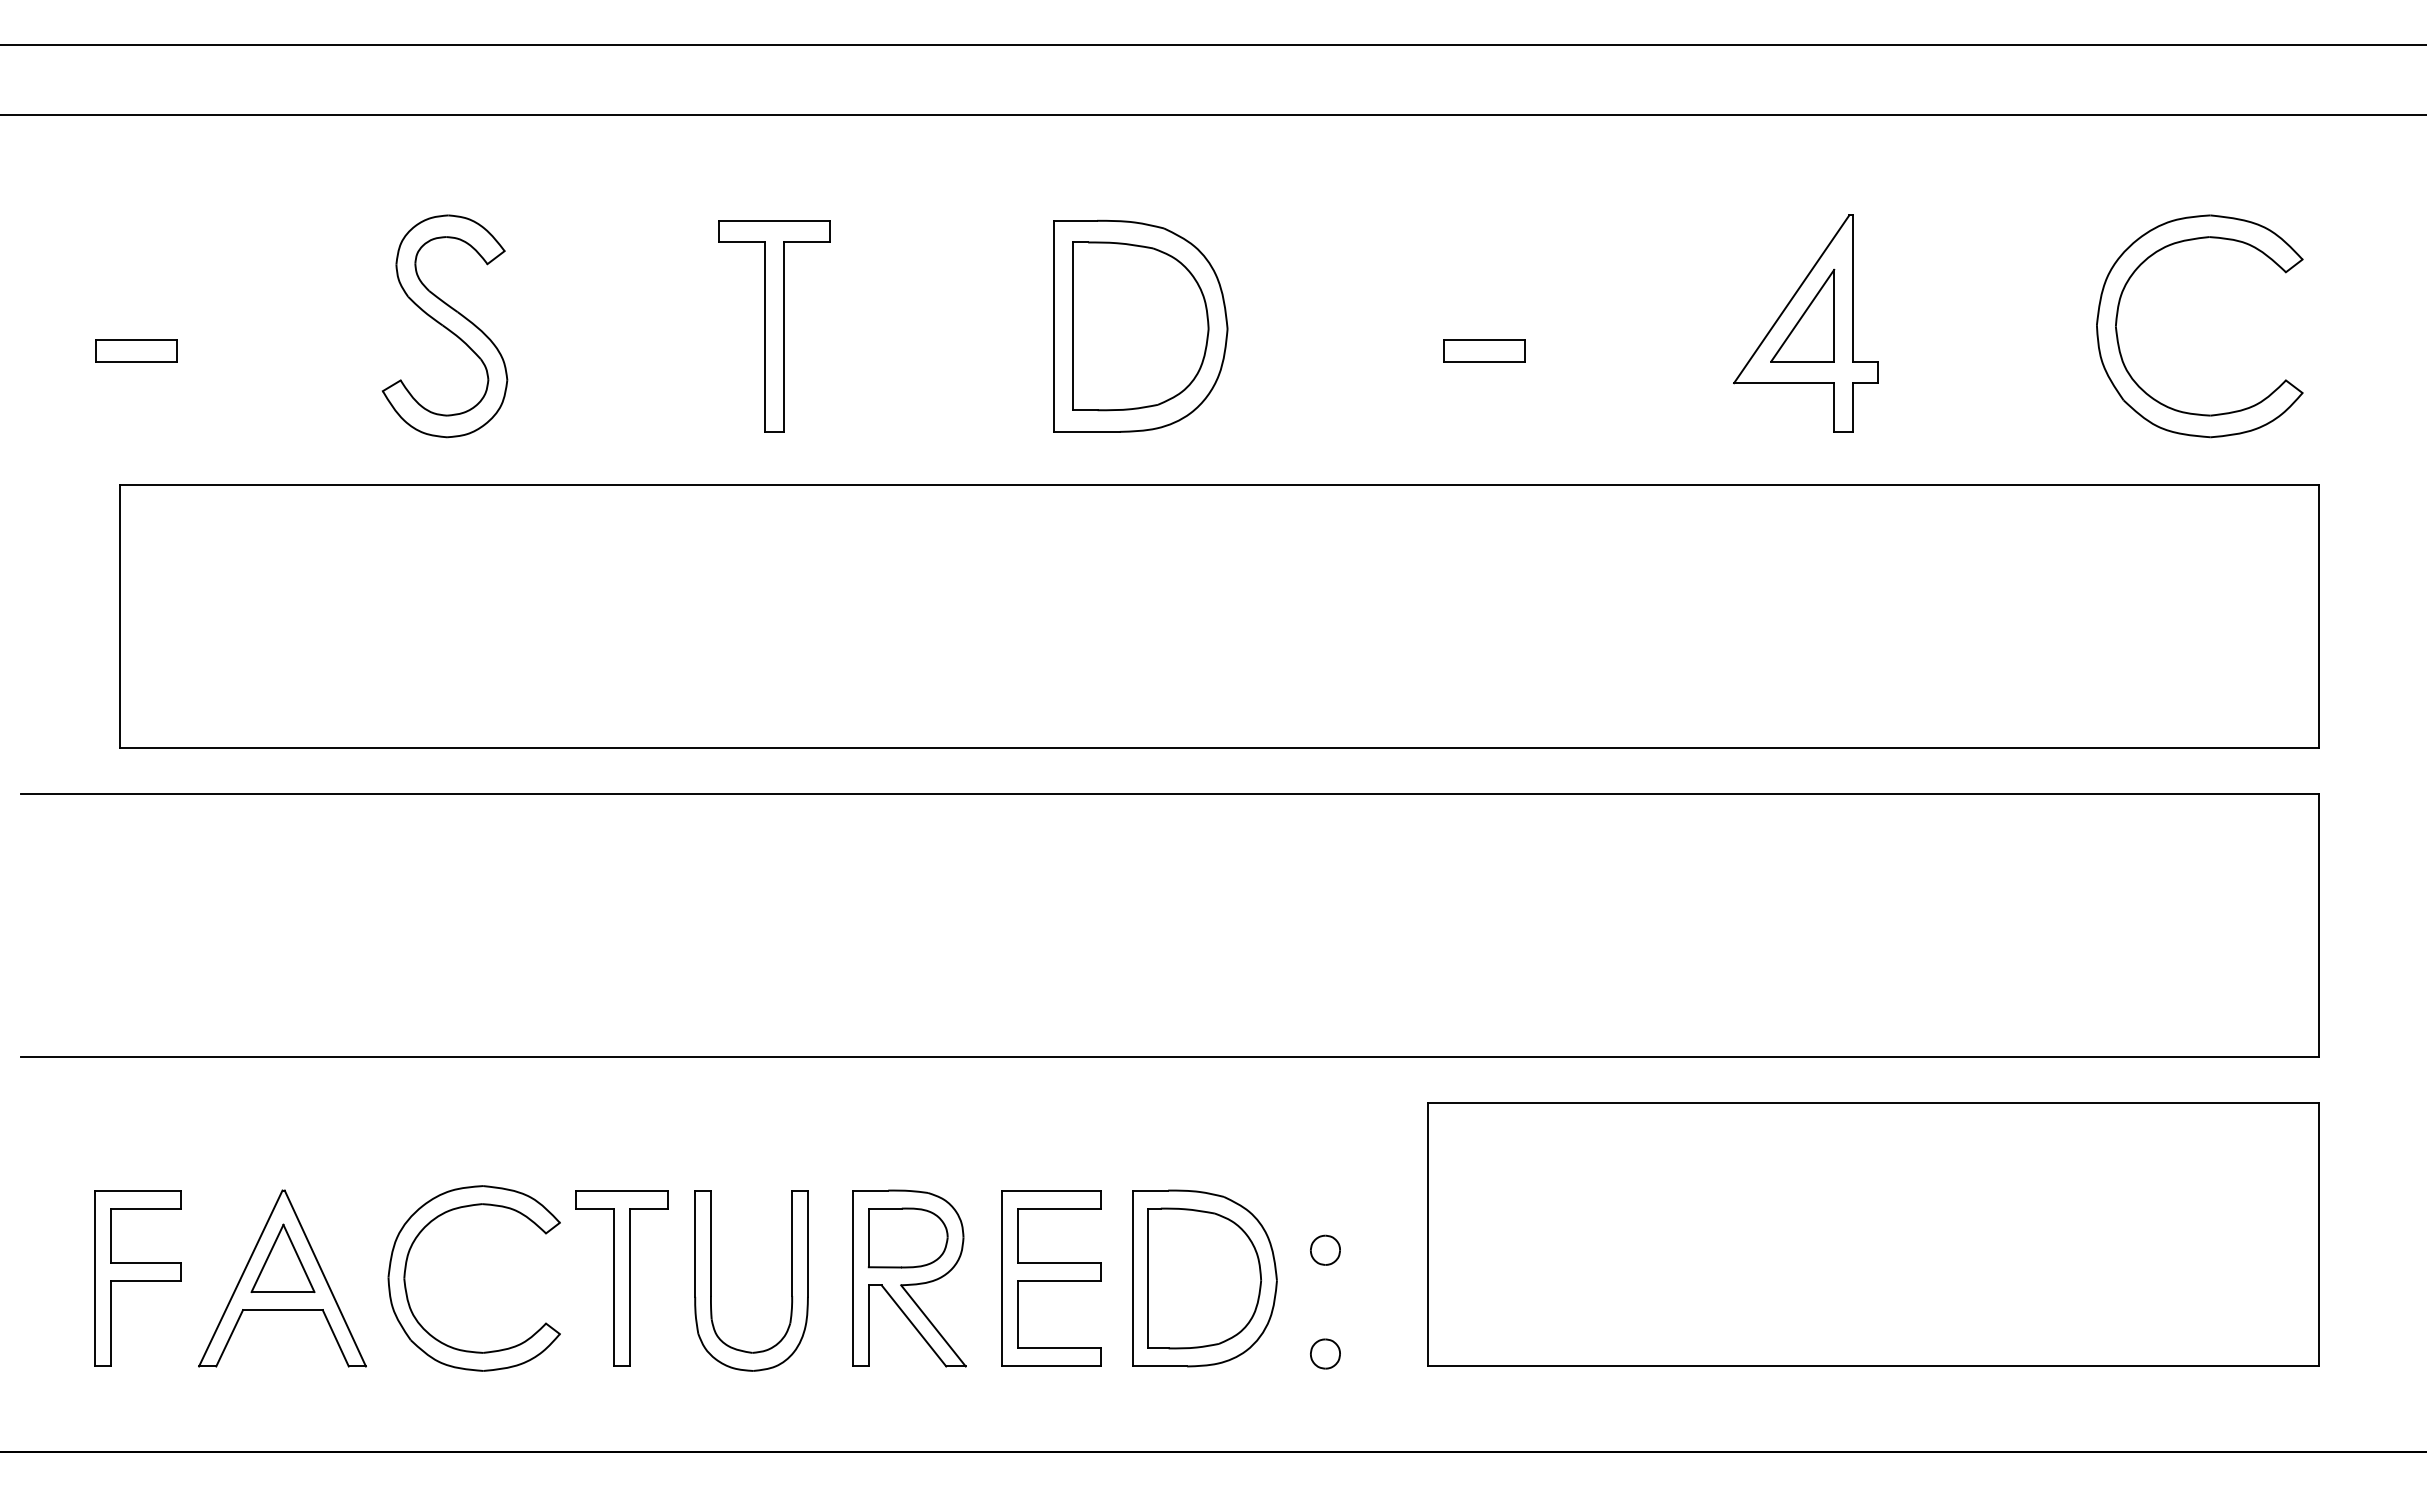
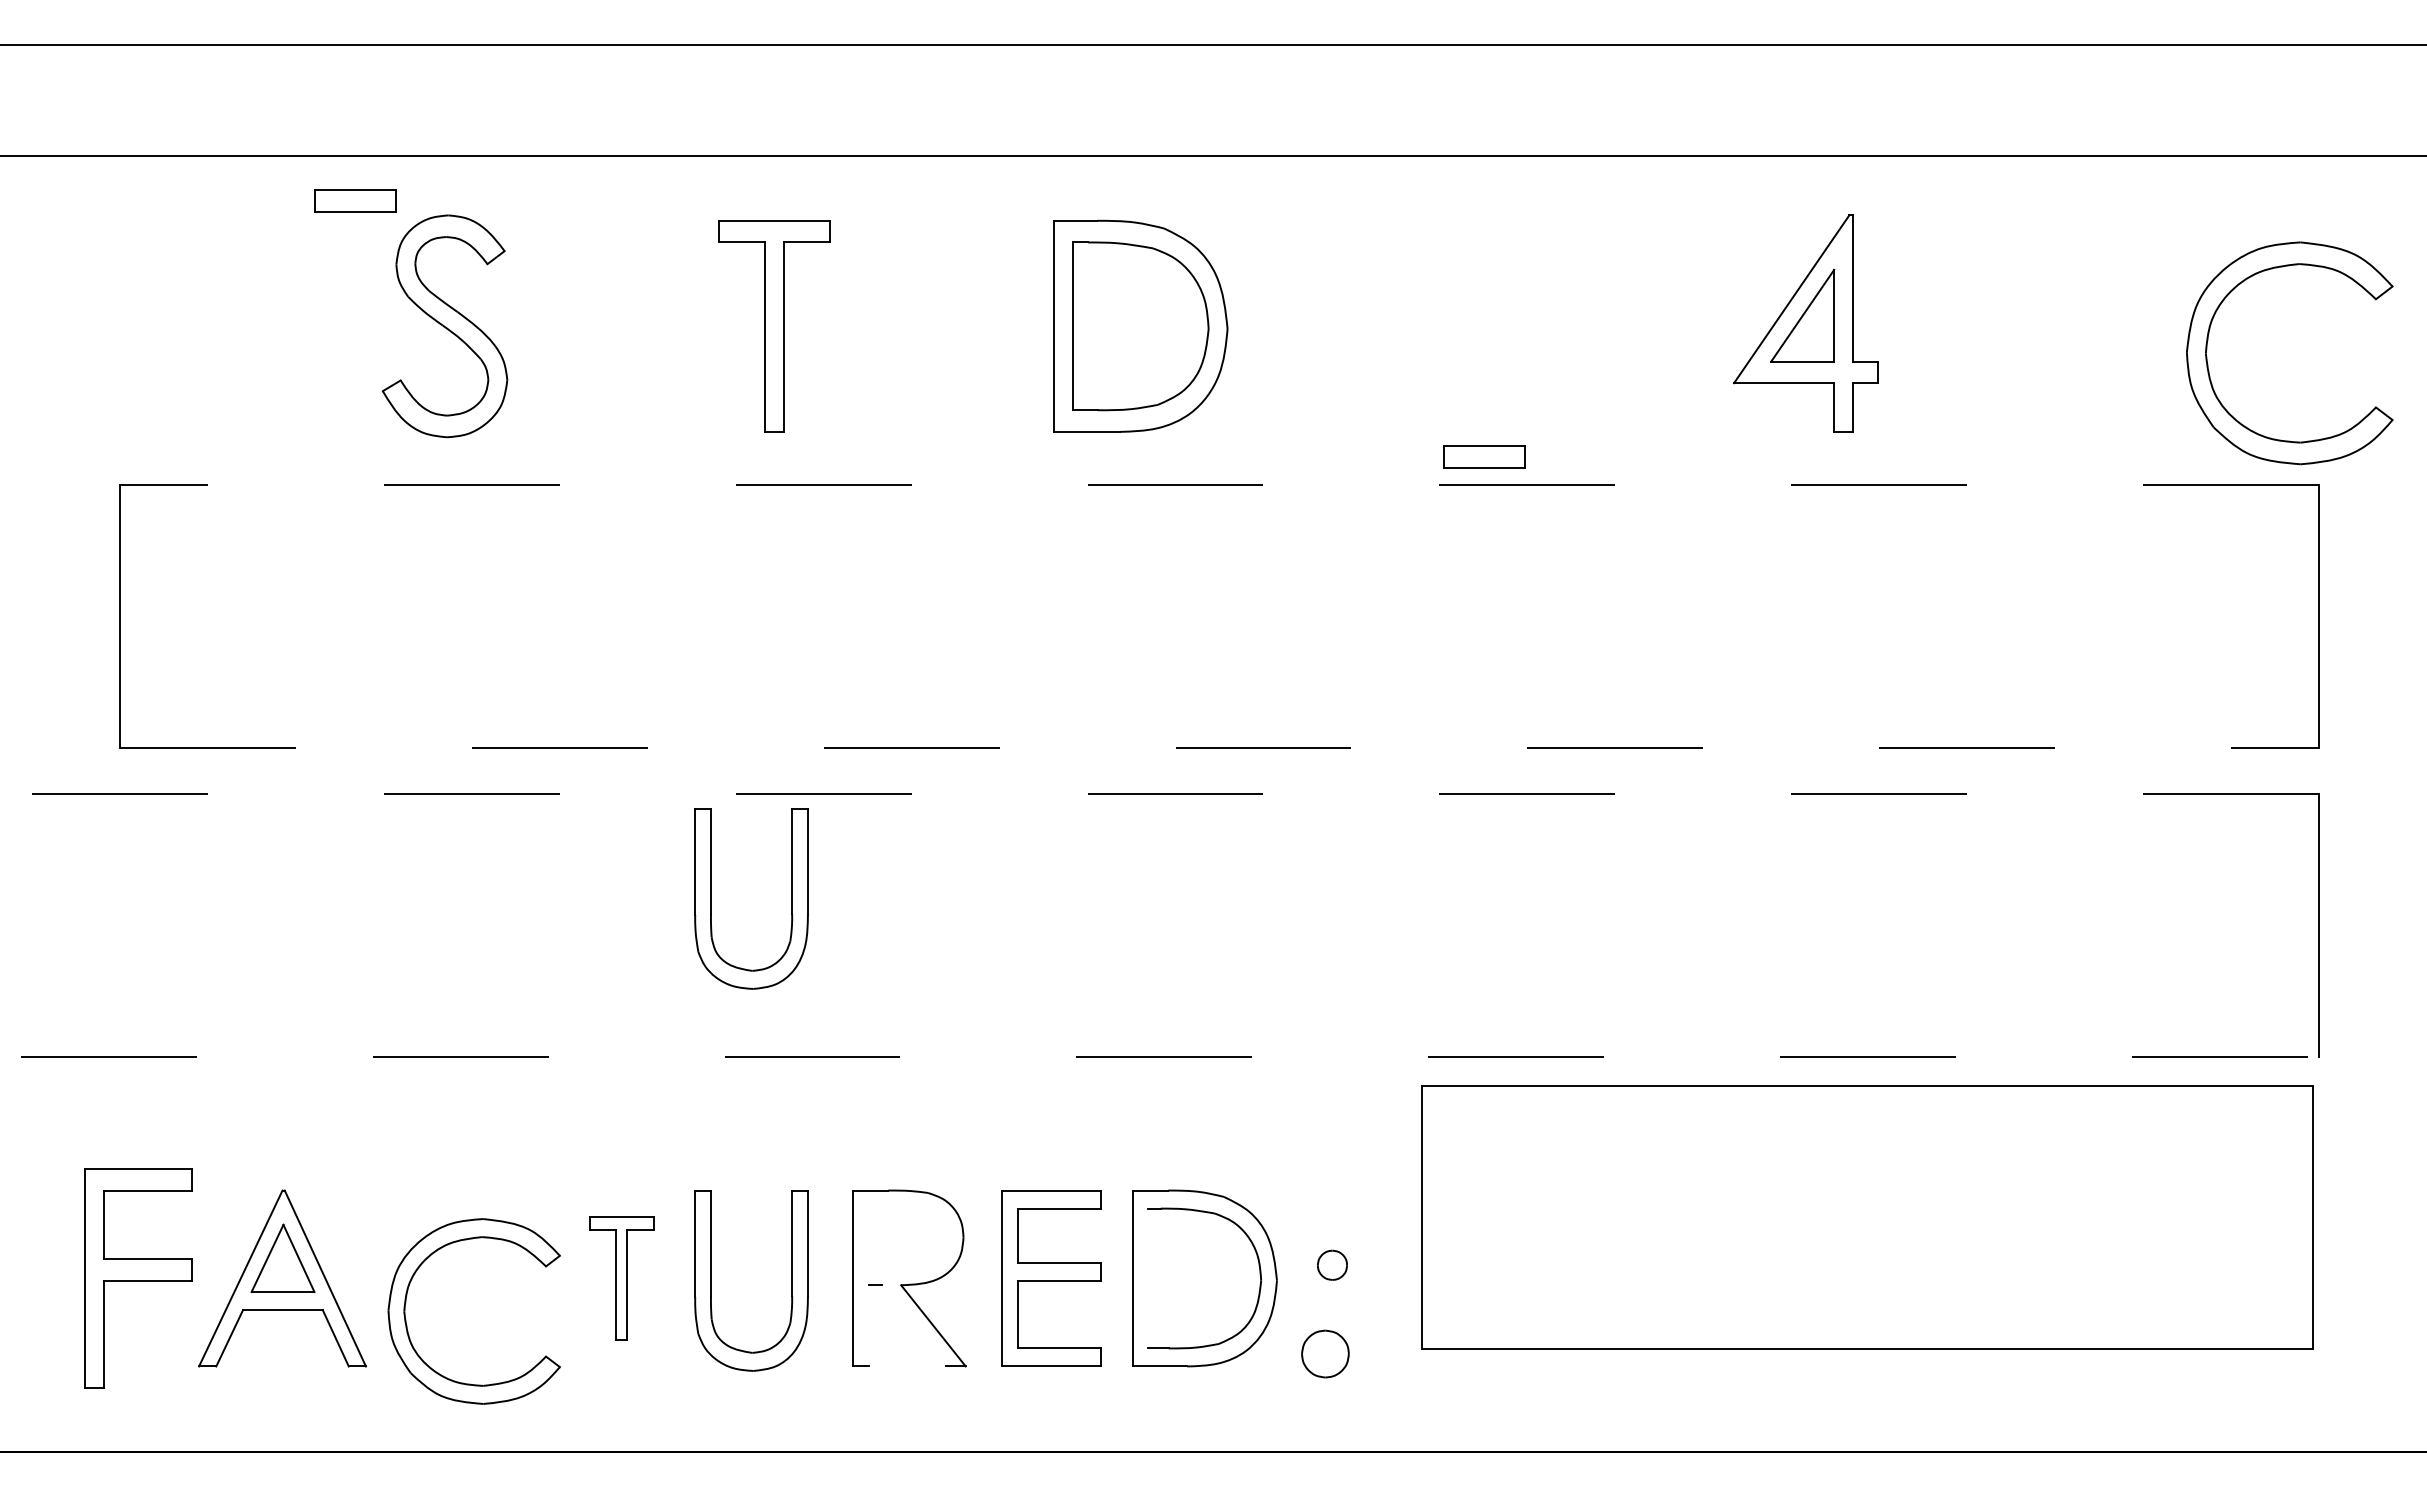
line at (1212, 115) position: (1212, 115) -> (1212, 156)
part at (2118, 337) position: (2118, 337) -> (2208, 364)
part at (136, 350) position: (136, 350) -> (355, 200)
part at (1484, 350) position: (1484, 350) -> (1484, 456)
line at (1218, 484): solid -> dashed
line at (1219, 748): solid -> dashed
line at (1169, 793): solid -> dashed
part at (711, 898): none -> present
line at (1169, 1057): solid -> dashed
part at (1873, 1234) position: (1873, 1234) -> (1867, 1217)
part at (907, 1237): present -> none
part at (1325, 1249) position: (1325, 1249) -> (1332, 1264)
part at (137, 1278) size: 88x177 px -> 109x221 px
part at (621, 1278) size: 94x177 px -> 66x125 px
line at (1148, 1278): present -> none
part at (407, 1292) position: (407, 1292) -> (407, 1325)
line at (868, 1325): present -> none
line at (913, 1325): present -> none
part at (1325, 1353) size: 31x32 px -> 49x50 px
